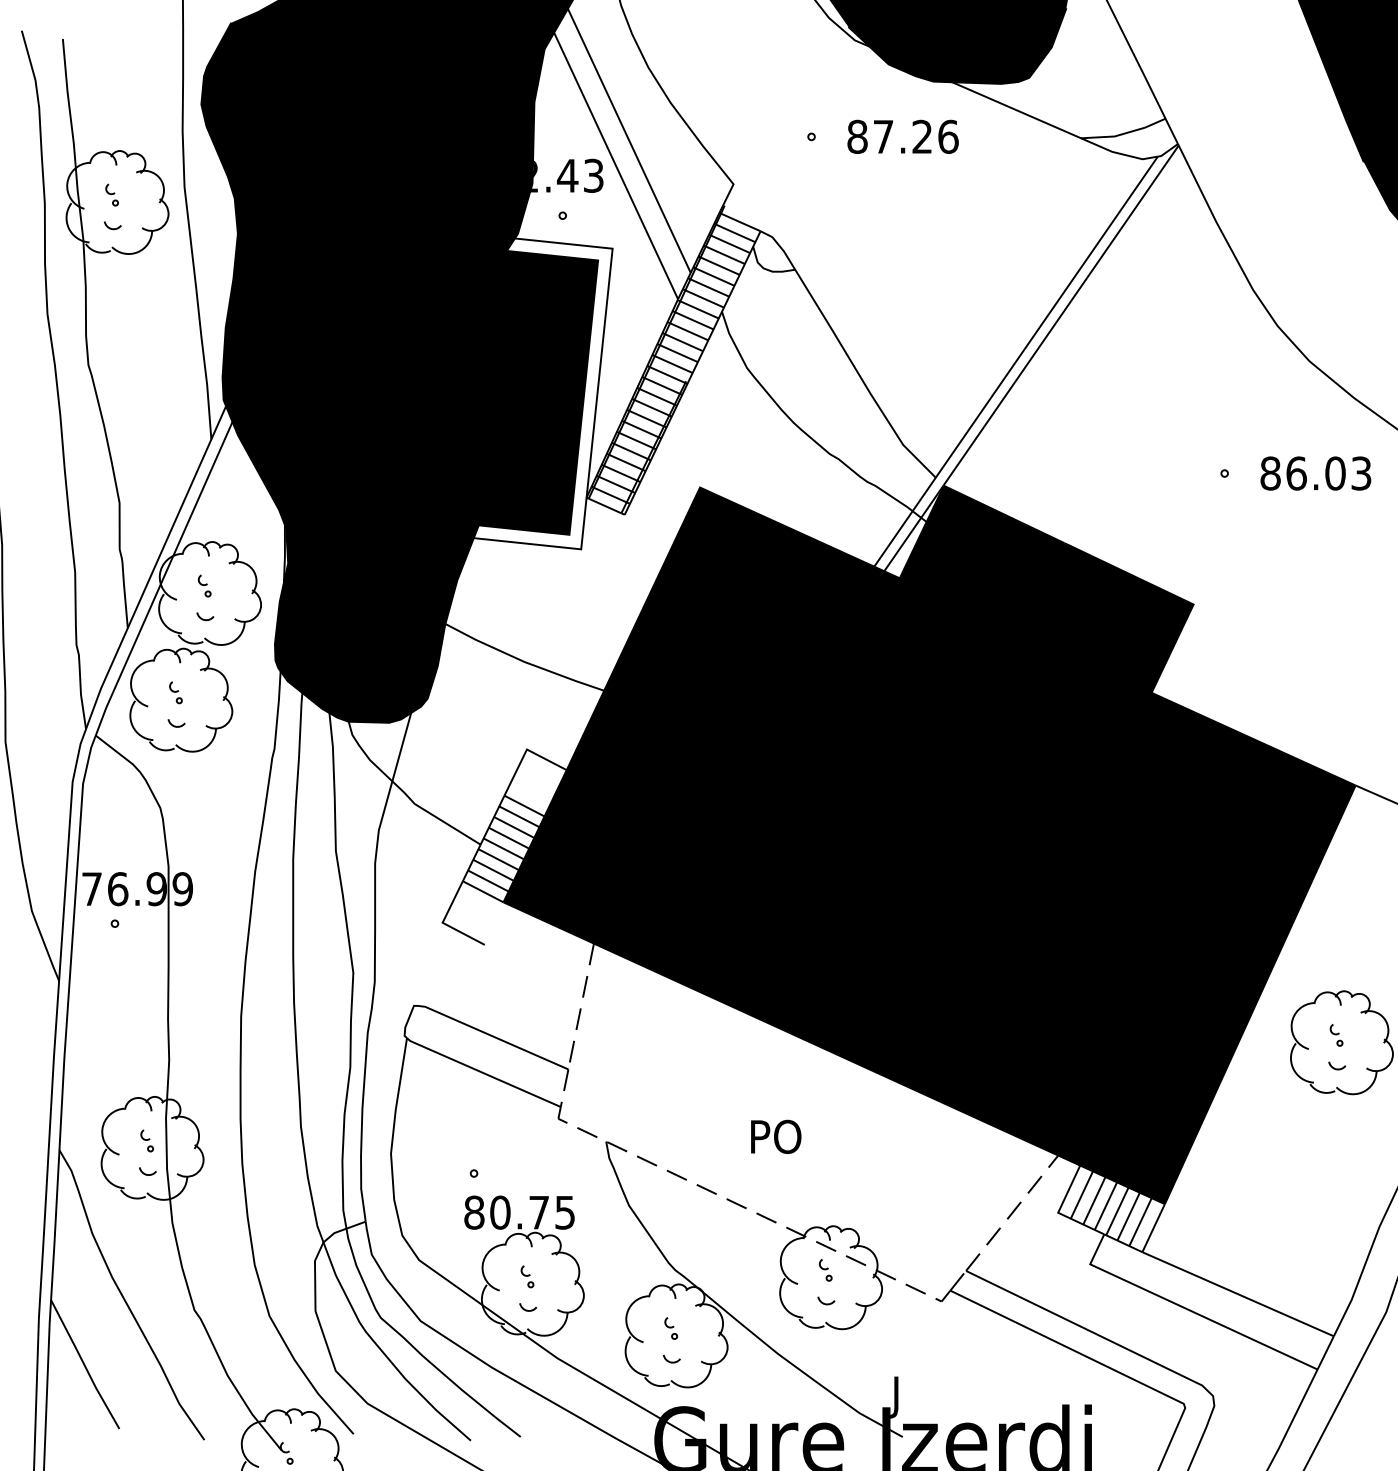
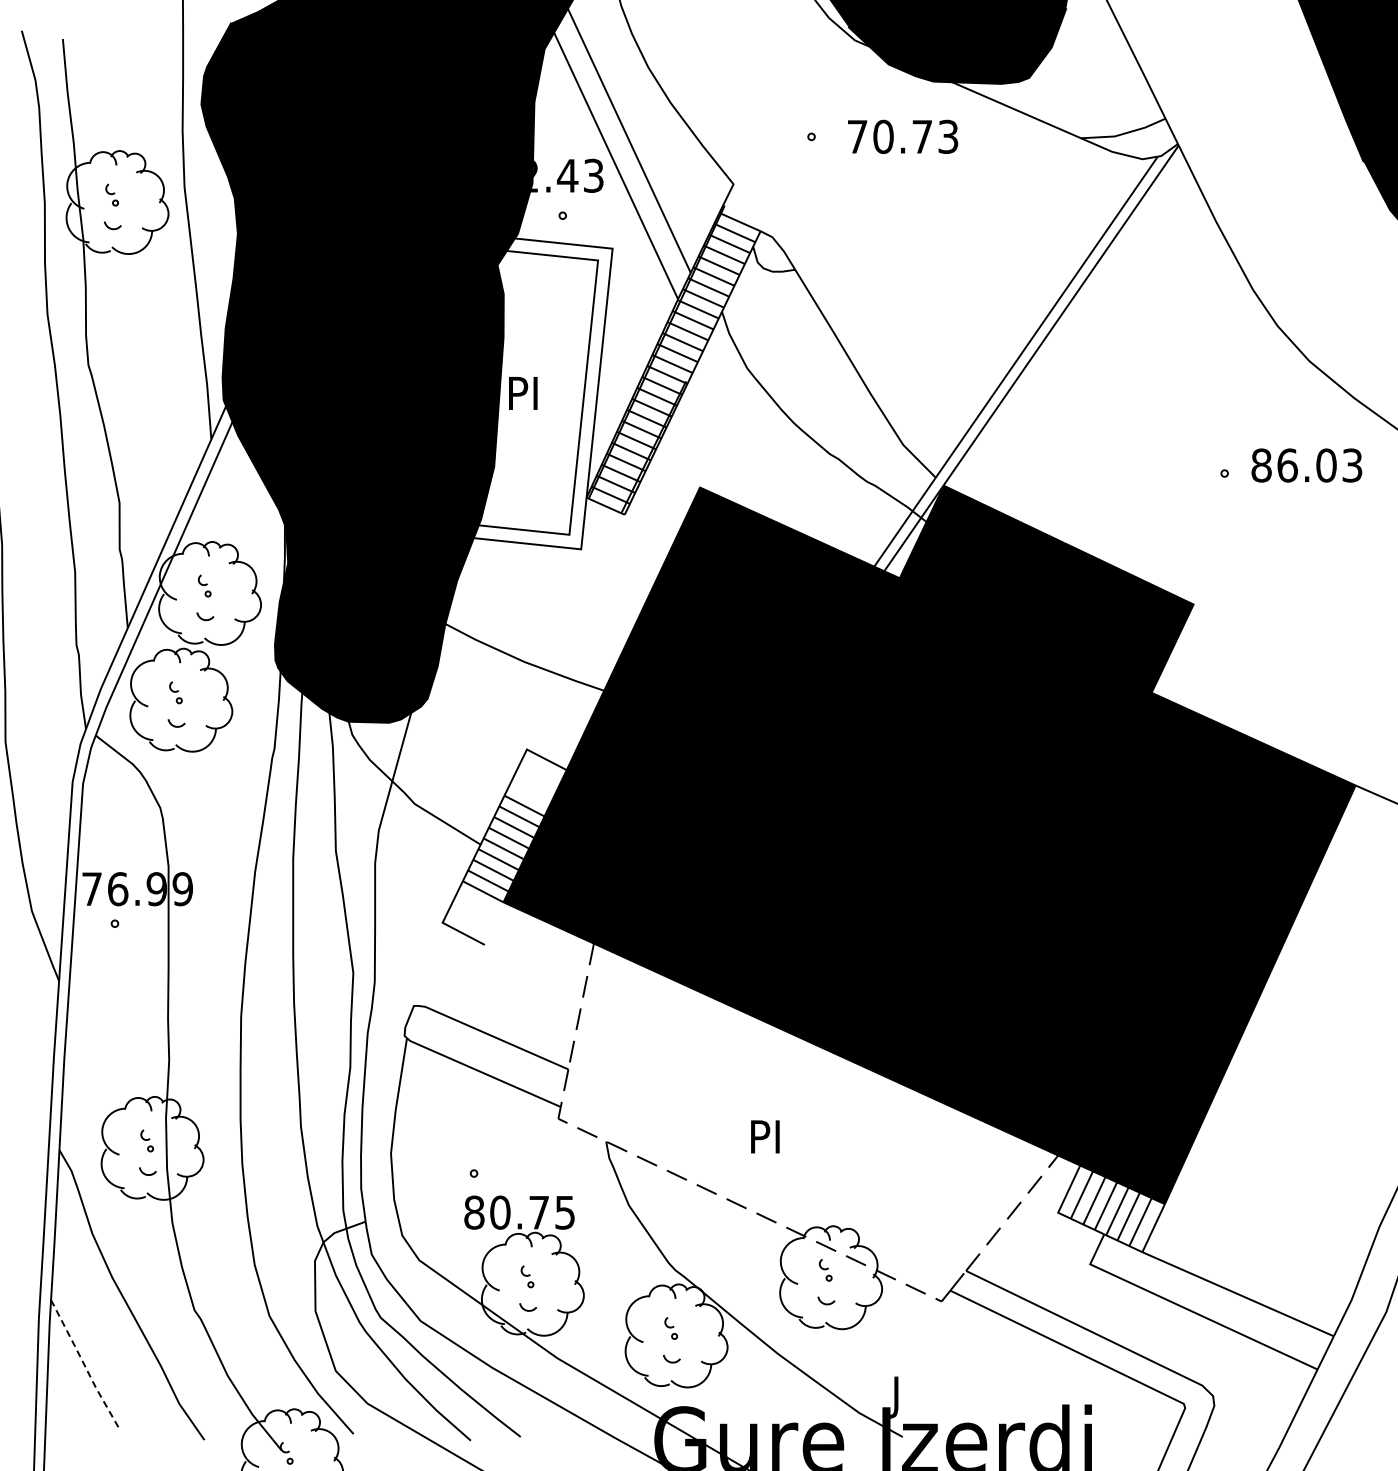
text at (902, 136): 87.26 -> 70.73
fill at (529, 391): present -> none
text at (1315, 473) position: (1315, 473) -> (1306, 465)
part at (1341, 1042): present -> none
text at (787, 1136): PO -> PI
line at (84, 1364): solid -> dashed
